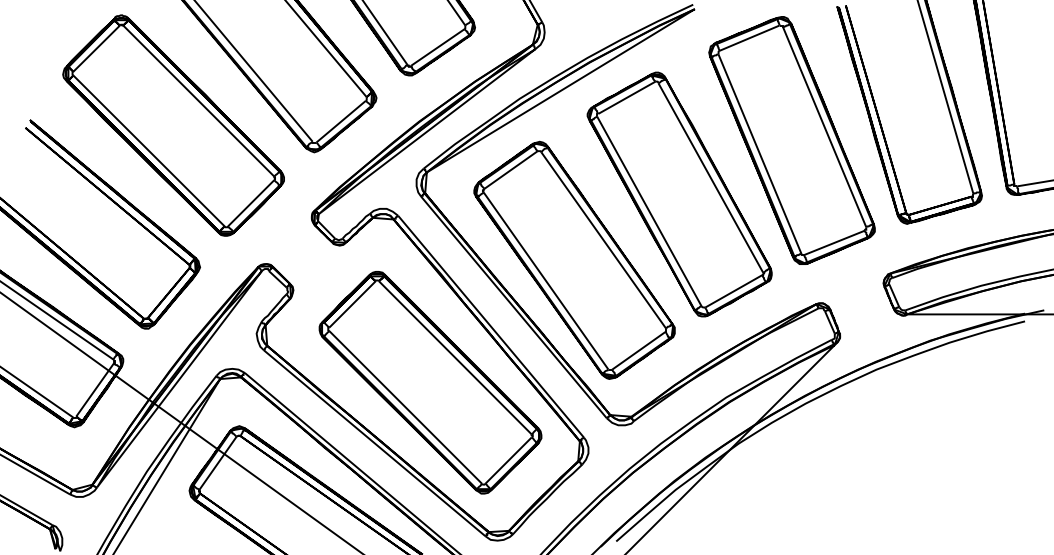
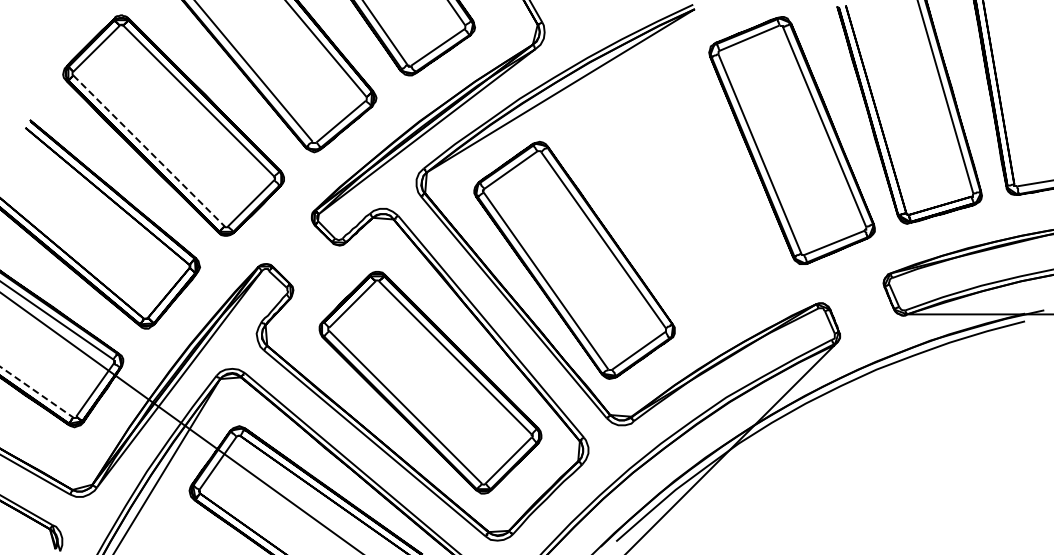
line at (149, 150): solid -> dashed
part at (679, 194): present -> none
line at (37, 392): solid -> dashed
